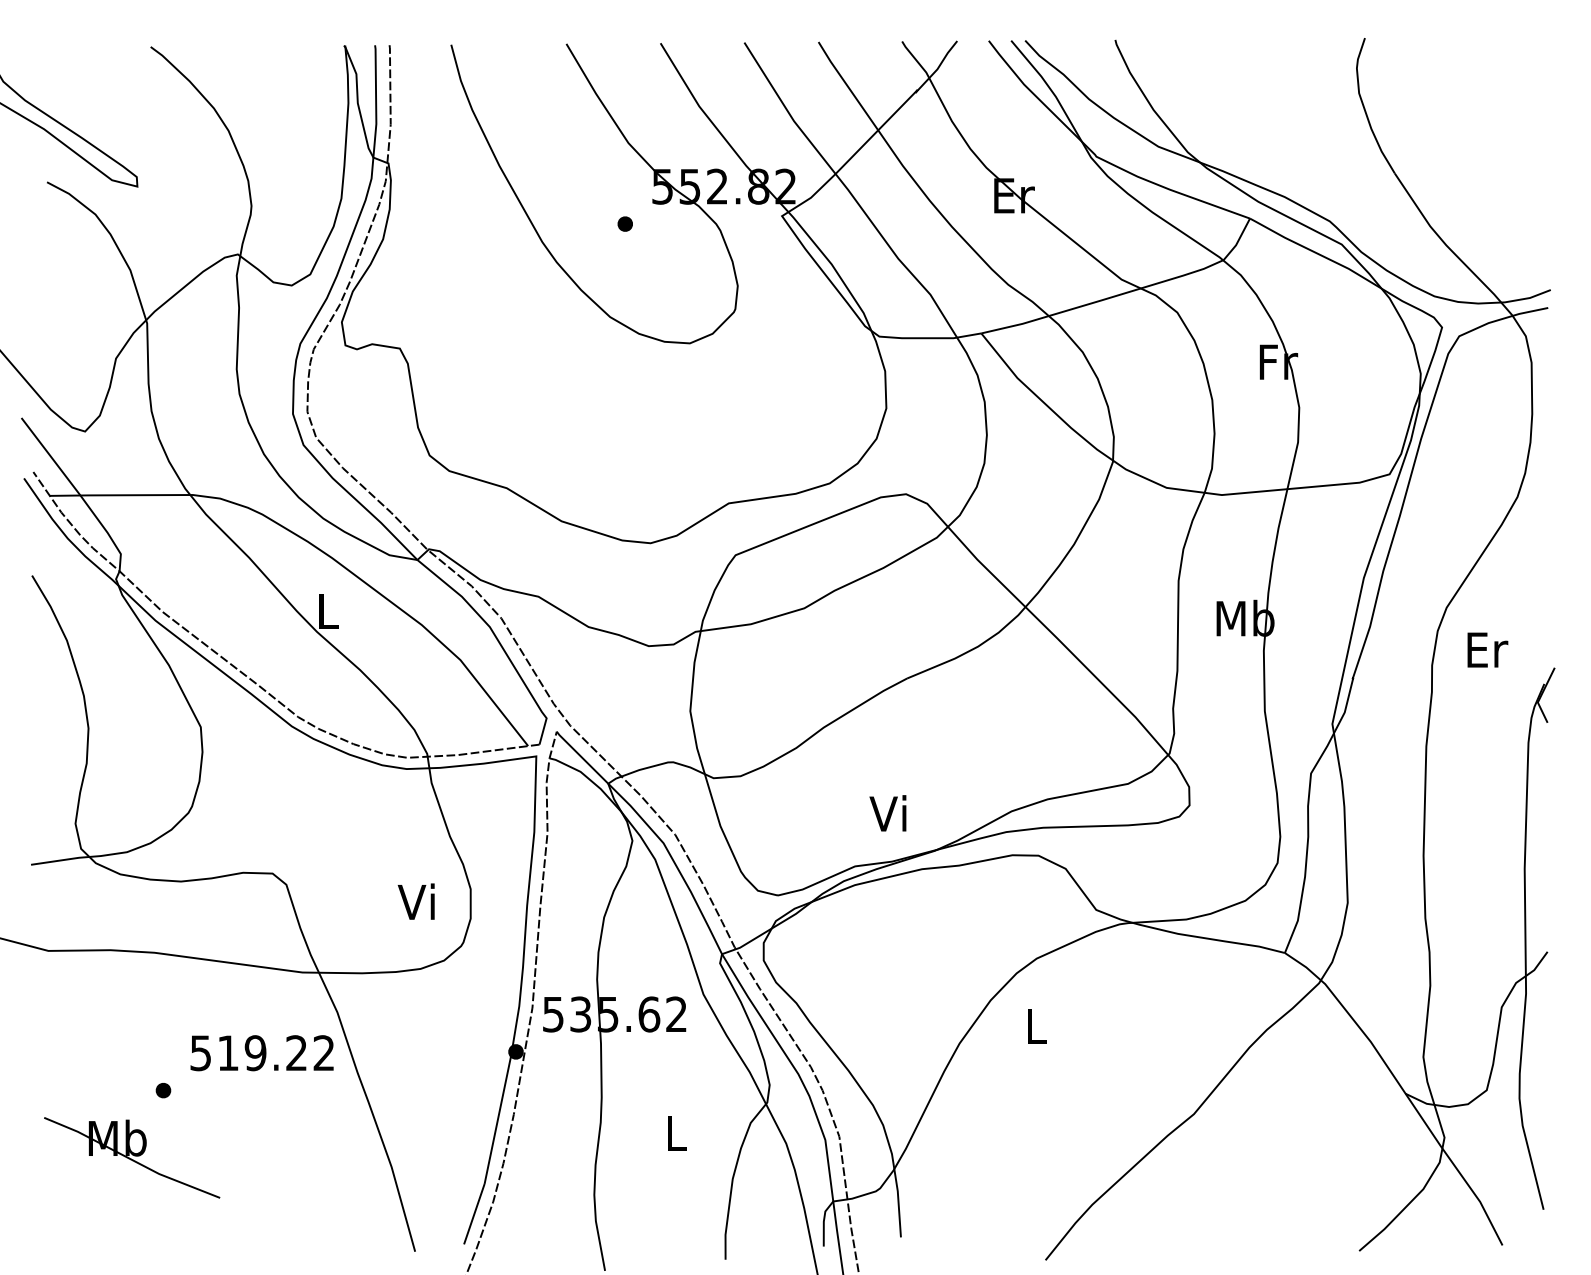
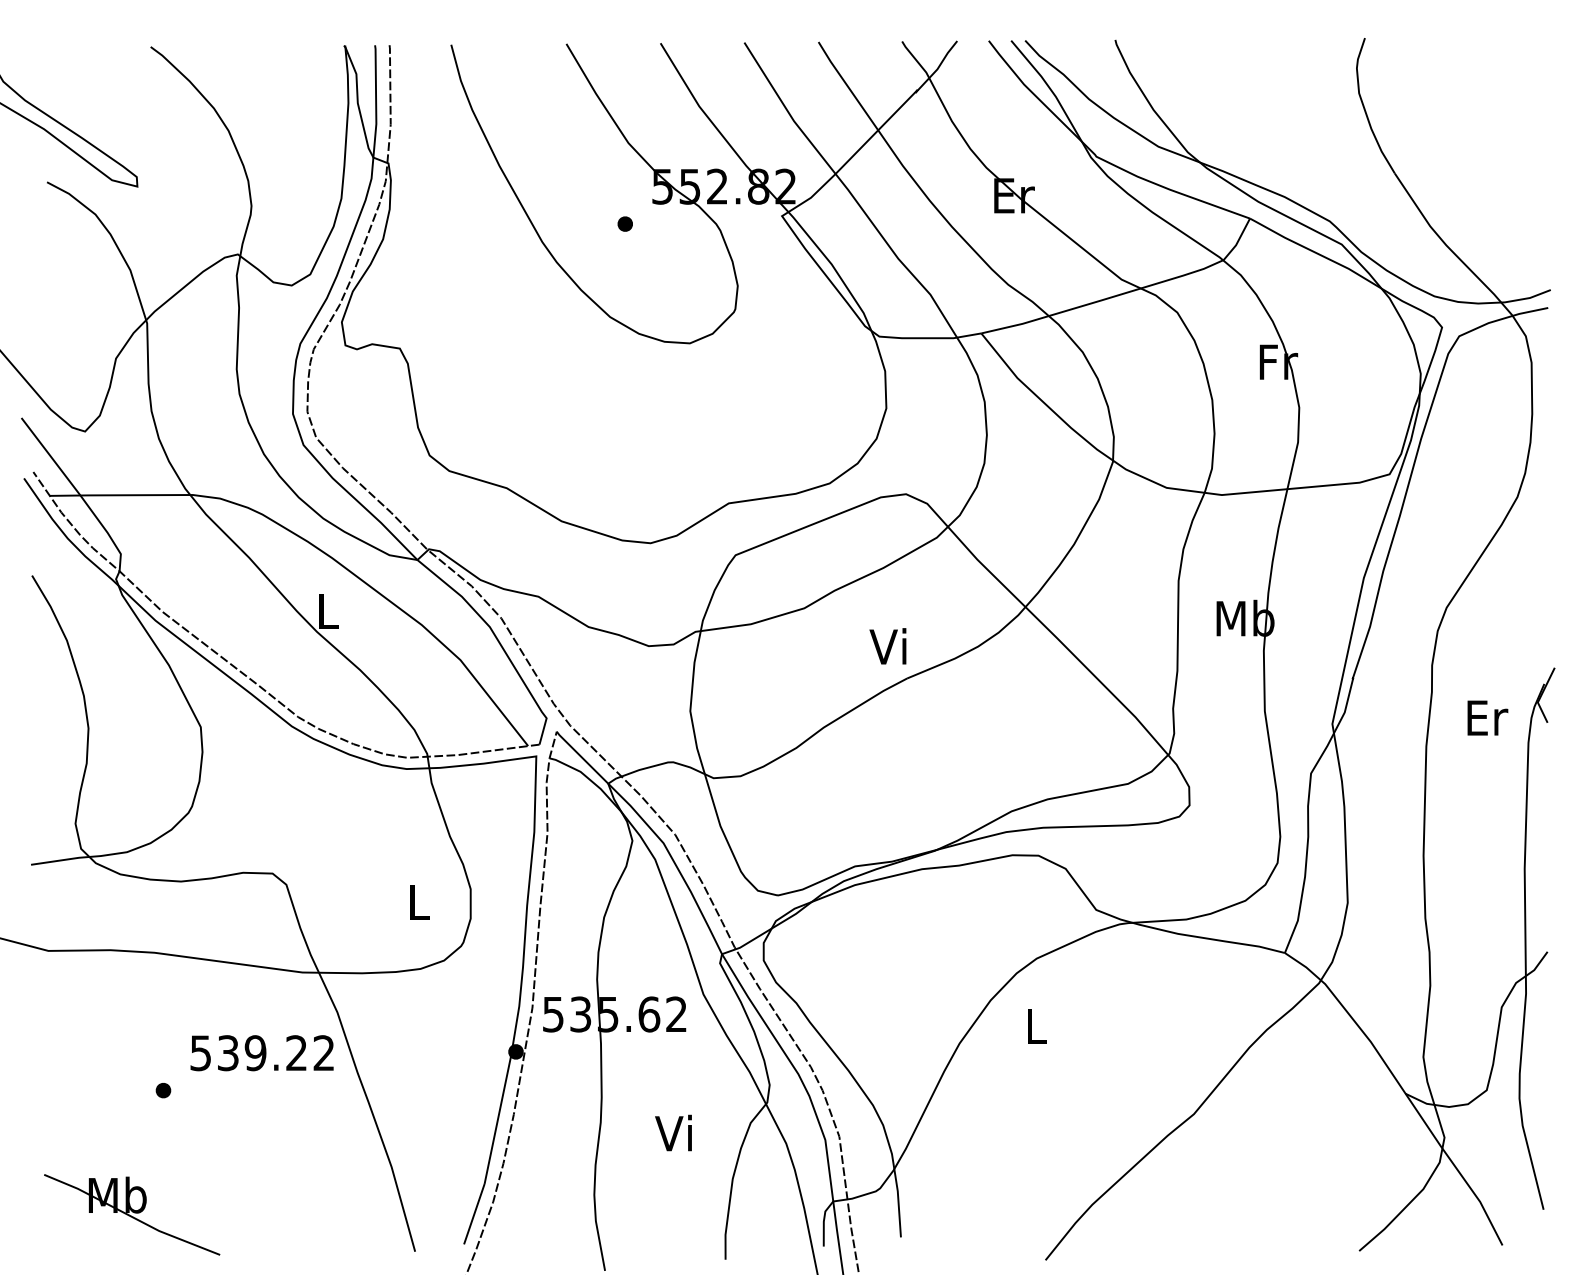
text at (1487, 649) position: (1487, 649) -> (1487, 717)
text at (887, 813) position: (887, 813) -> (887, 646)
text at (415, 901): Vi -> L
text at (228, 1053): 519.22 -> 539.22
text at (673, 1132): L -> Vi
part at (132, 1157) position: (132, 1157) -> (132, 1214)
